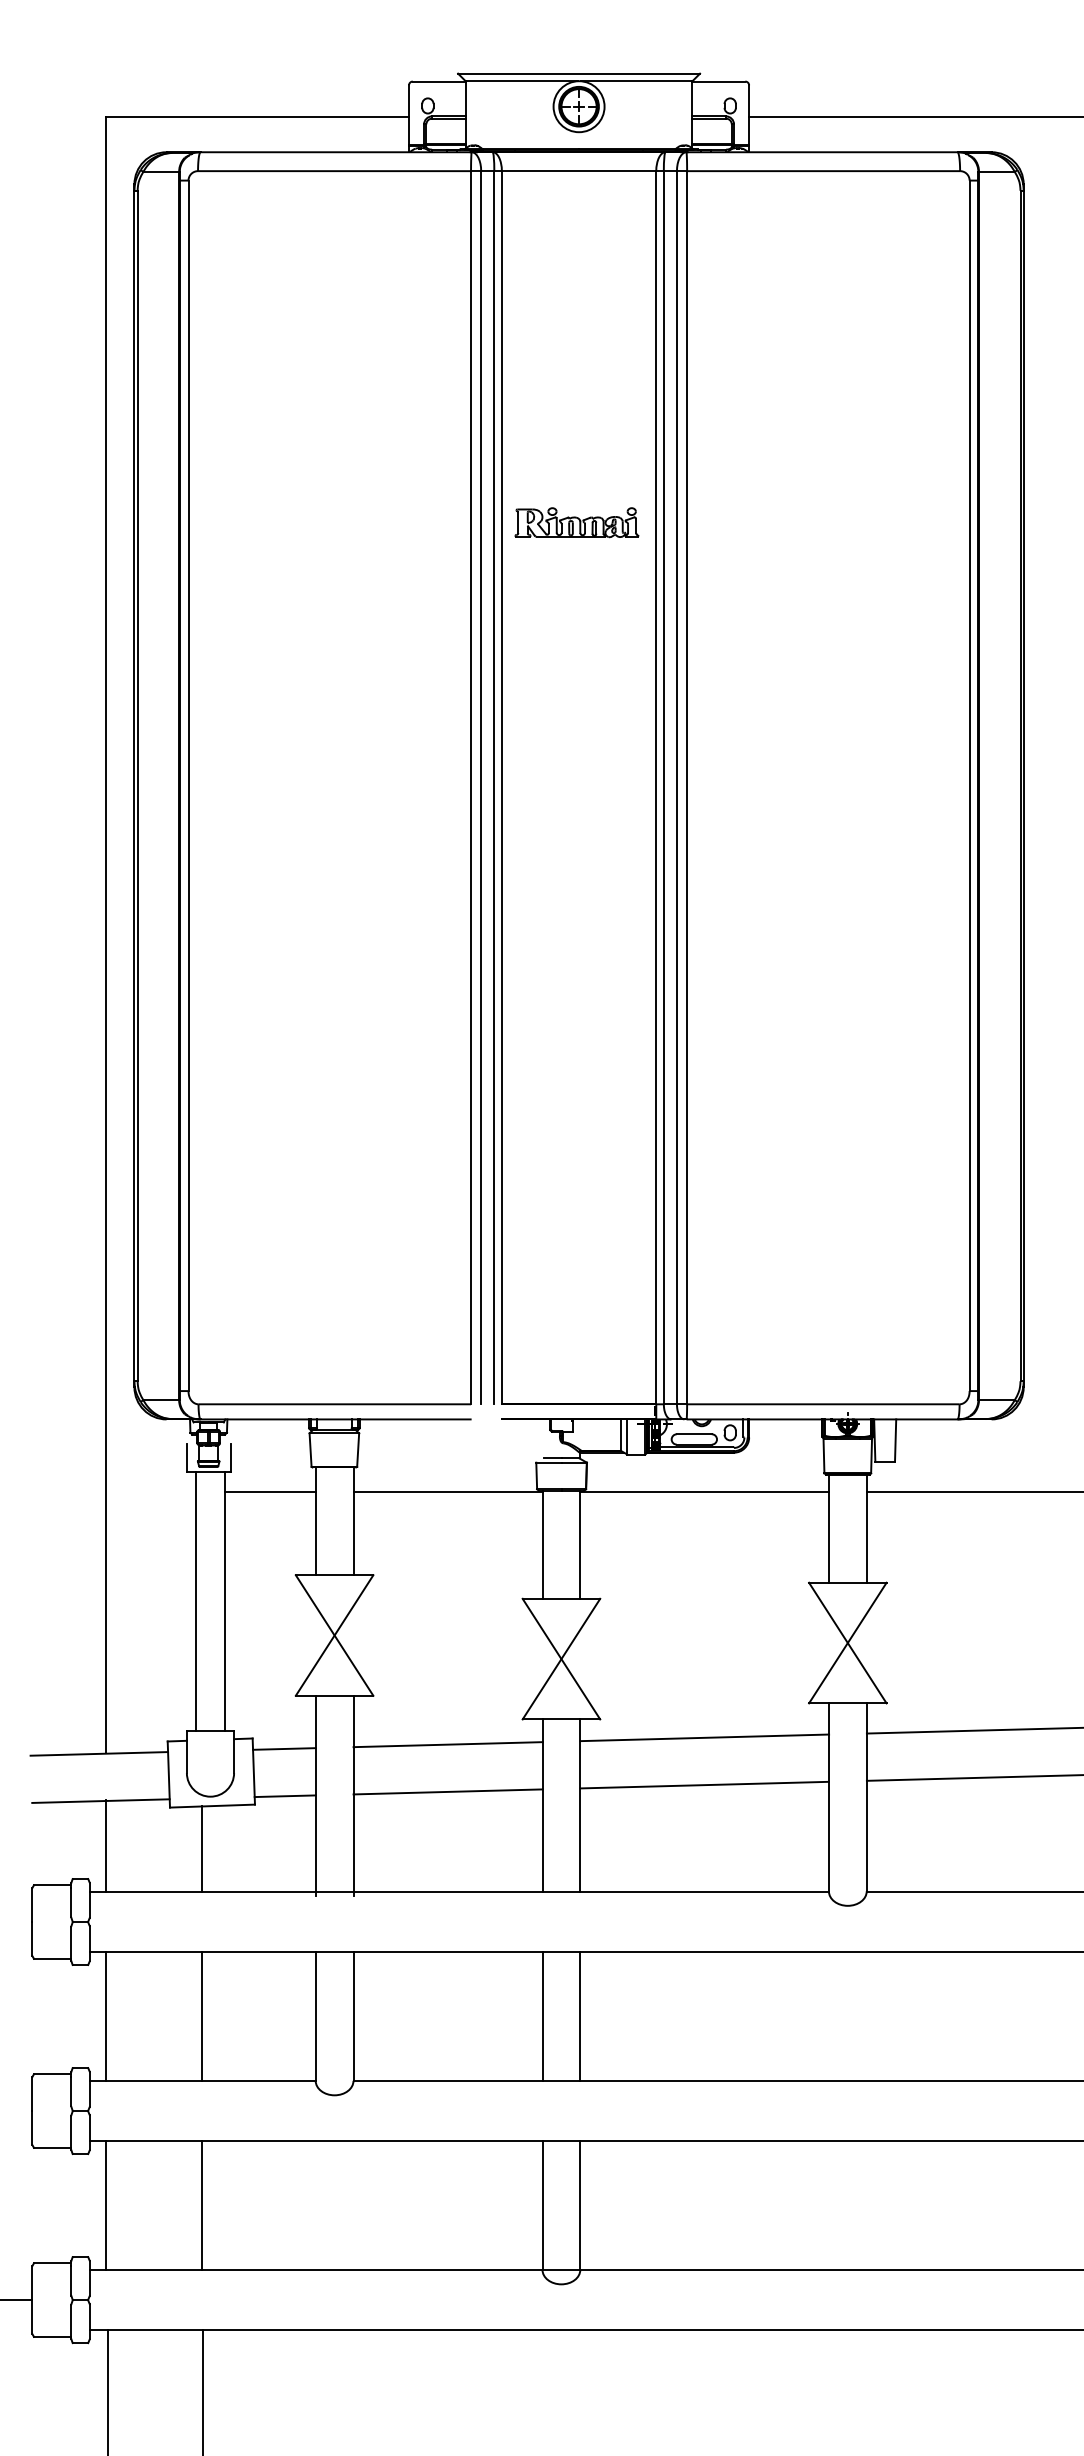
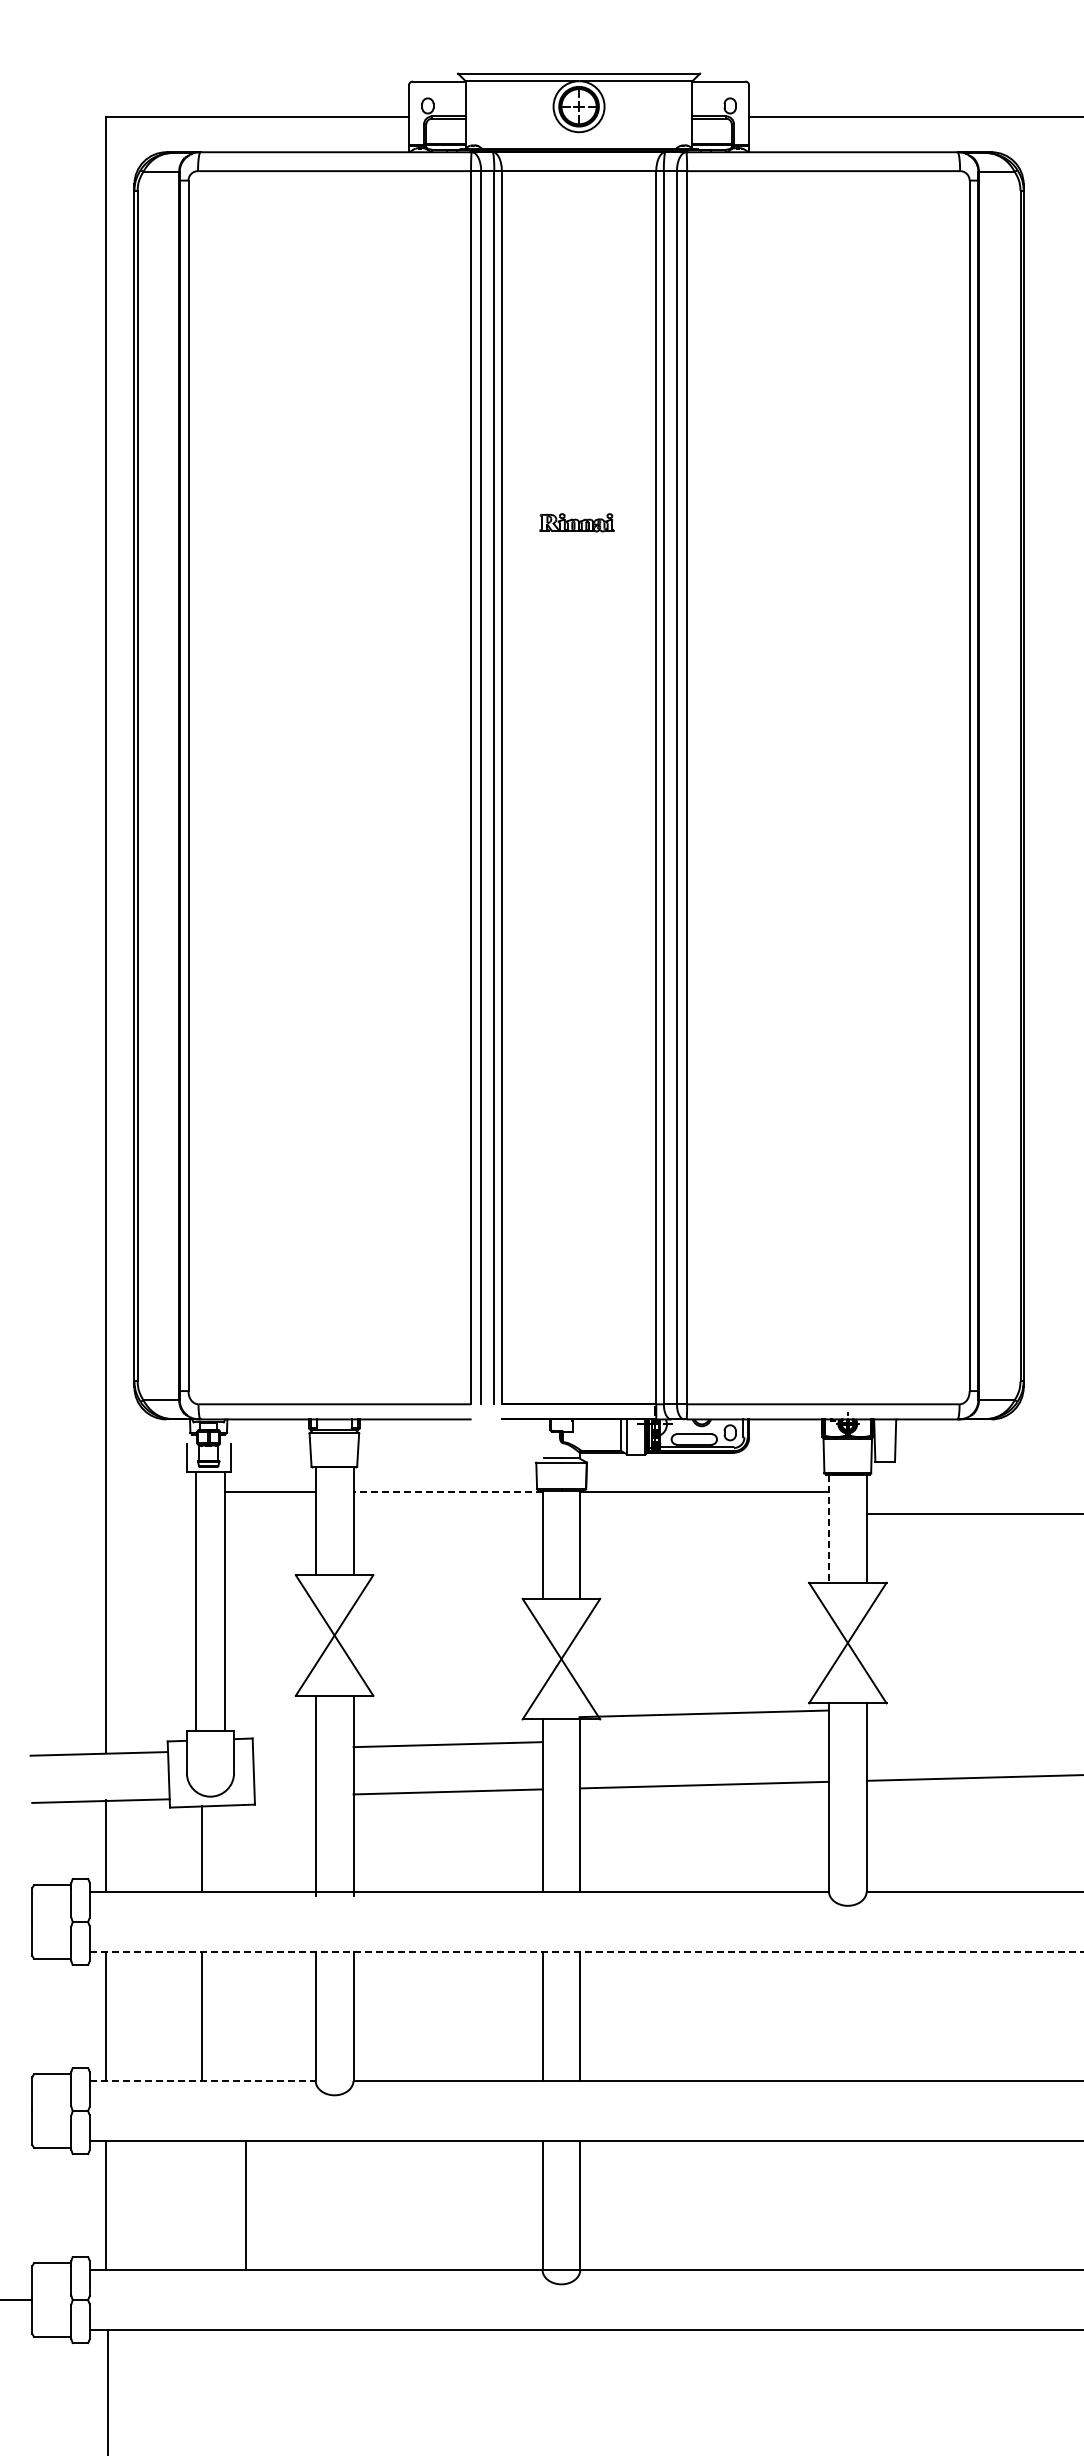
part at (576, 522) size: 126x32 px -> 76x20 px
line at (448, 1491): solid -> dashed
line at (973, 1491) position: (973, 1491) -> (973, 1513)
line at (828, 1528): solid -> dashed
line at (973, 1730): present -> none
line at (704, 1737) position: (704, 1737) -> (703, 1713)
line at (284, 1748): present -> none
line at (284, 1796): present -> none
line at (586, 1952): solid -> dashed
line at (202, 2080): solid -> dashed
line at (202, 2205) position: (202, 2205) -> (246, 2205)
line at (202, 2391): present -> none
